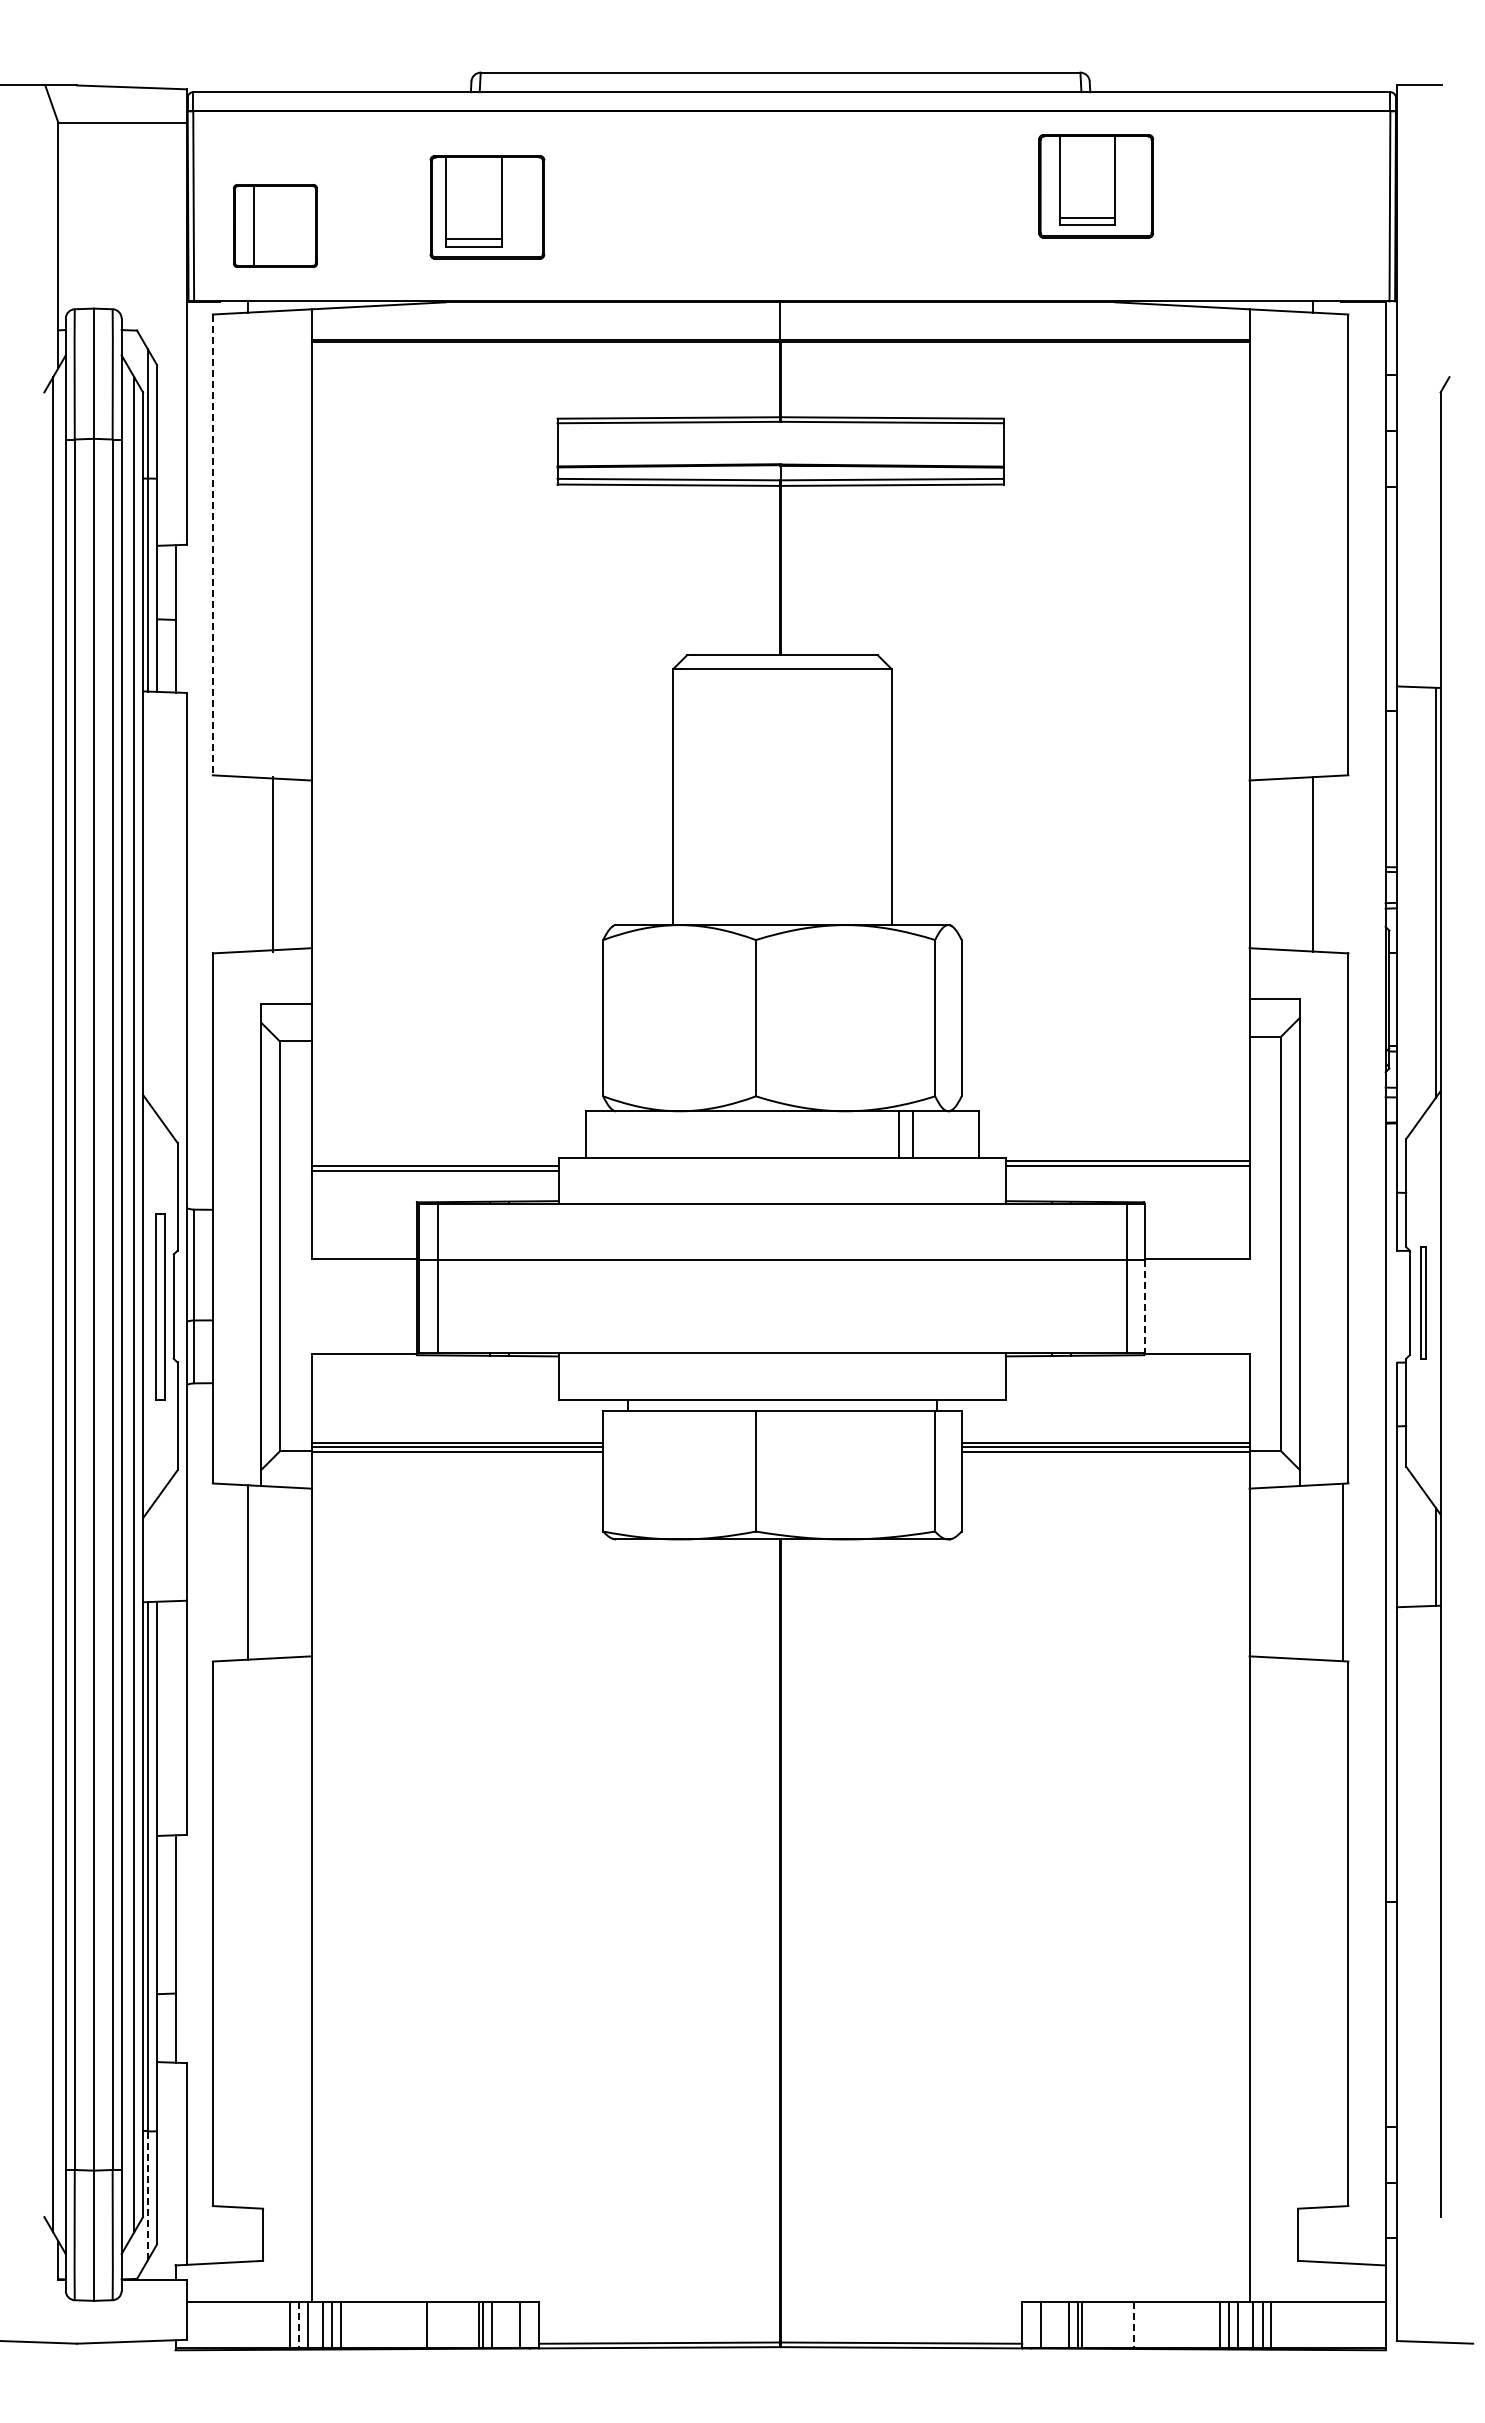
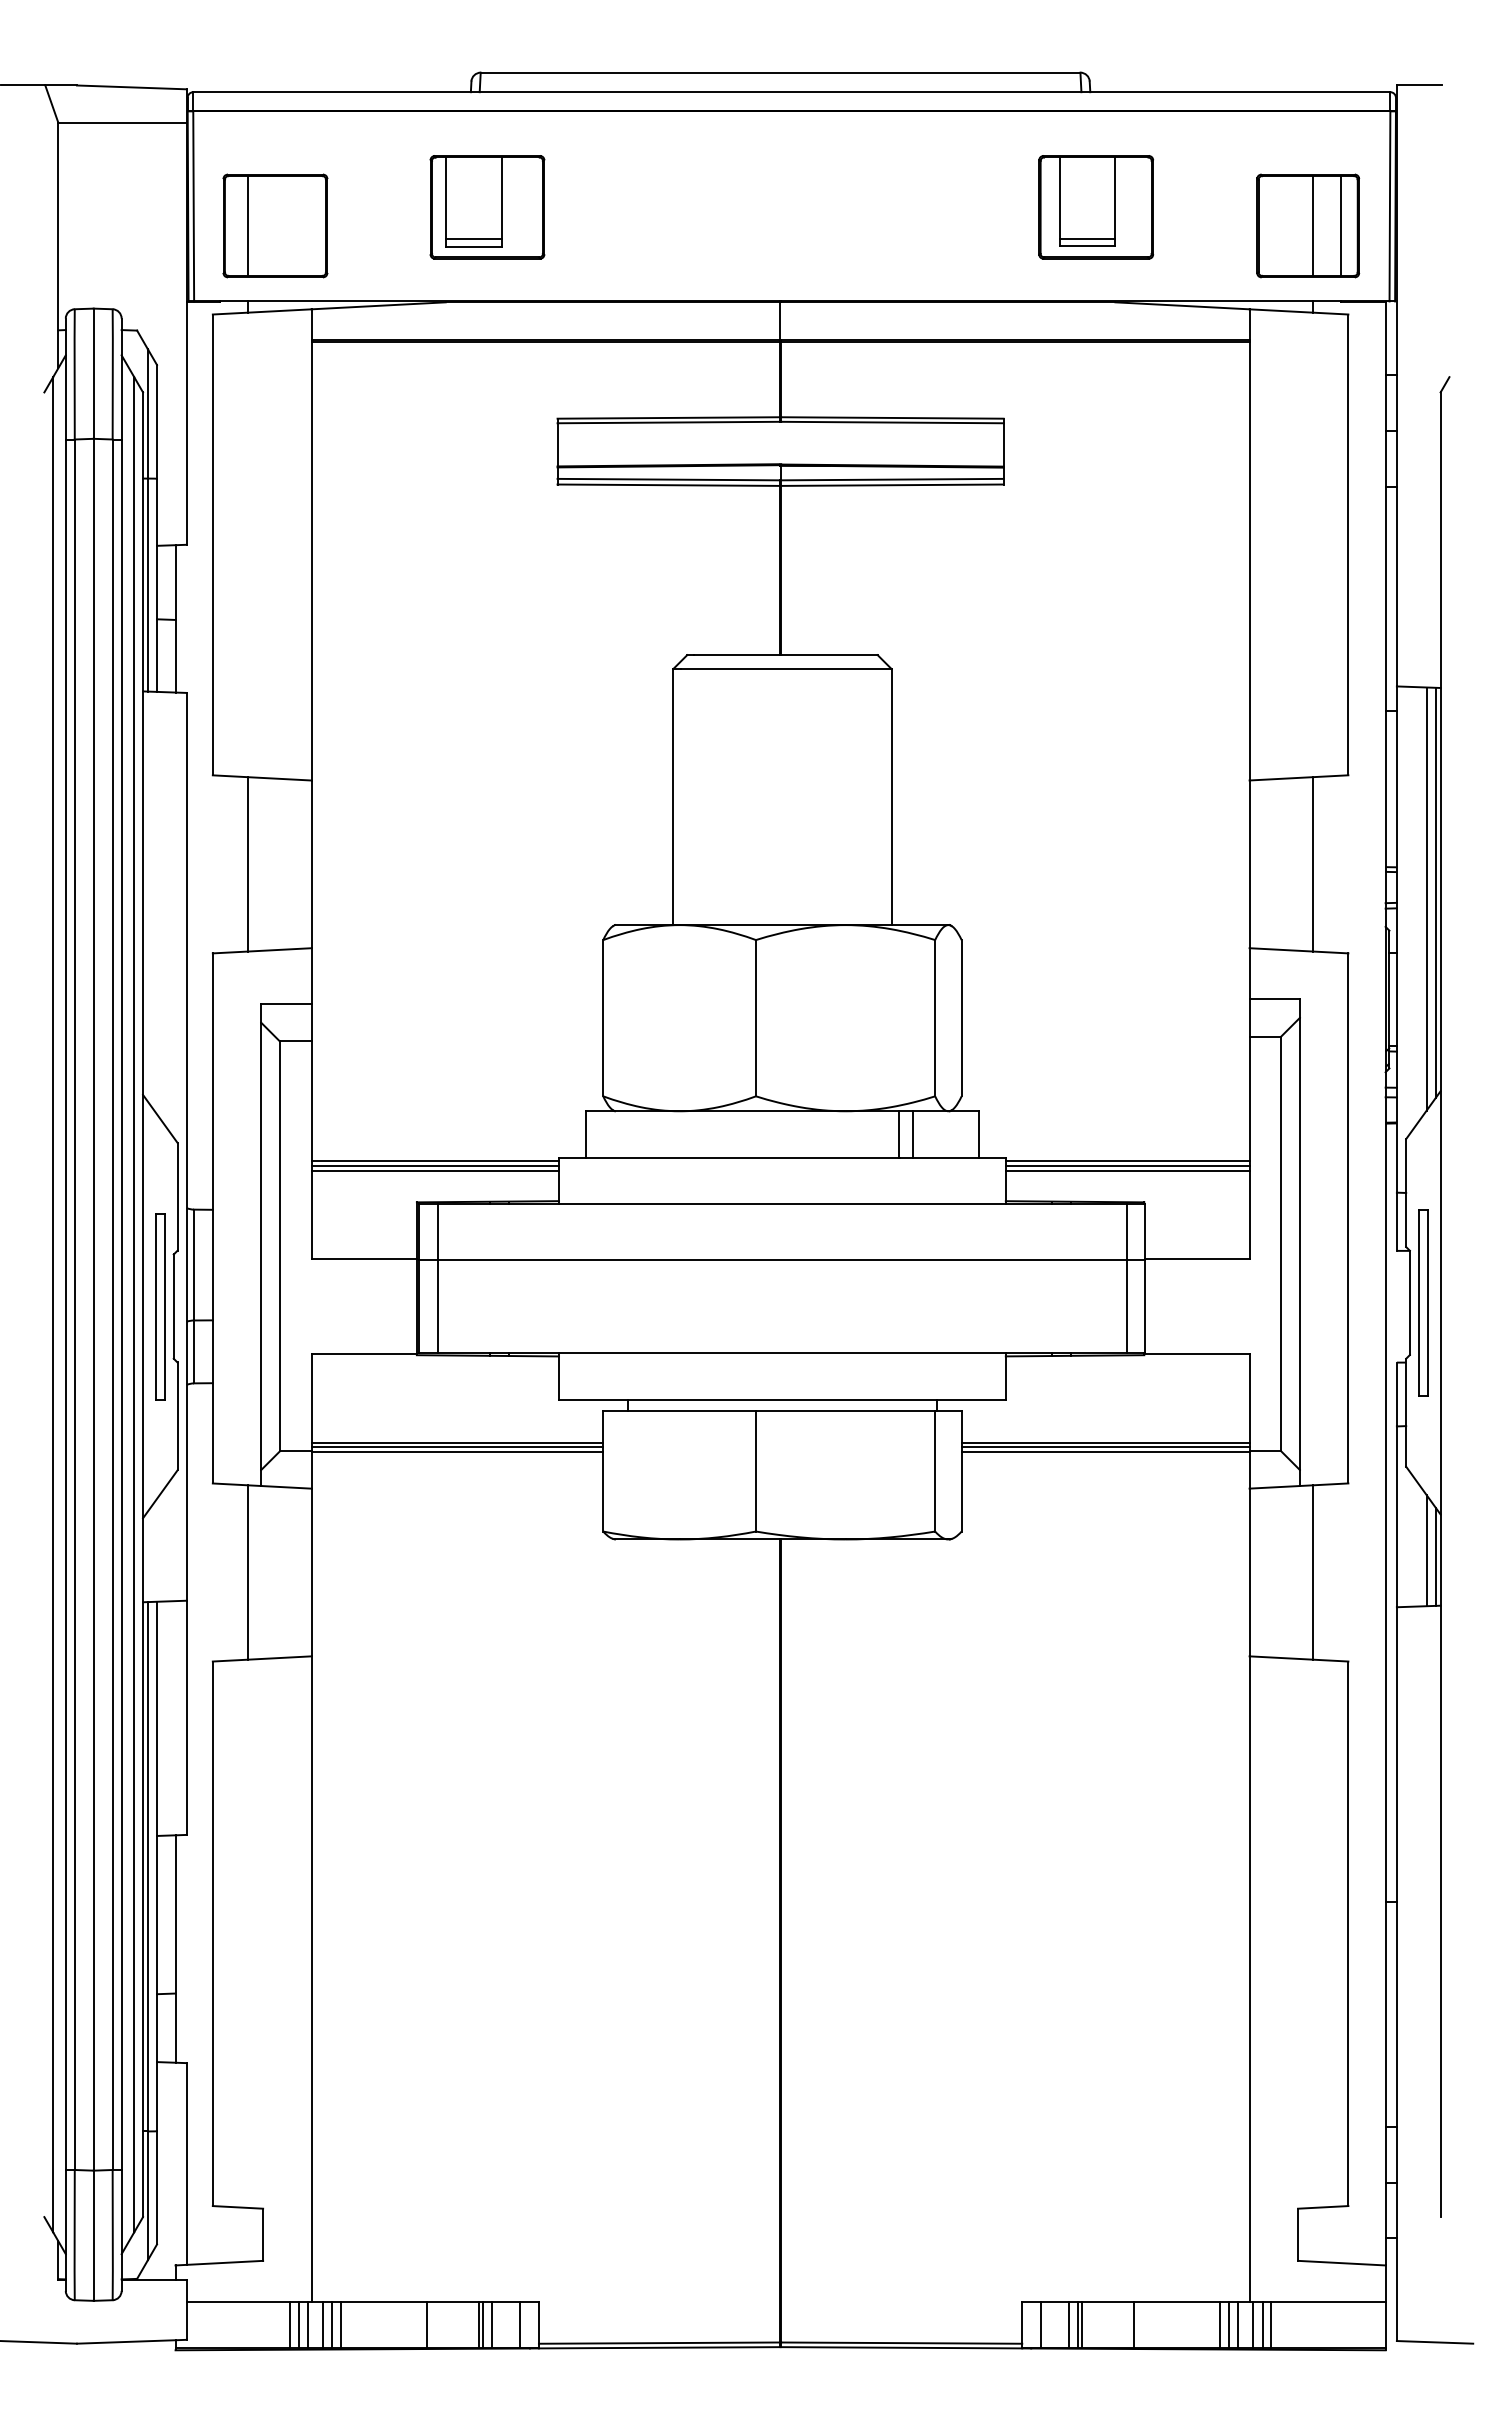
part at (1096, 186) position: (1096, 186) -> (1096, 207)
part at (275, 225) size: 85x84 px -> 107x106 px
part at (1308, 225): none -> present
line at (212, 545): dashed -> solid
line at (273, 864) position: (273, 864) -> (248, 864)
line at (1426, 898): none -> present
line at (435, 1161): none -> present
line at (1127, 1170): none -> present
part at (1423, 1302) size: 7x114 px -> 11x188 px
line at (1145, 1306): dashed -> solid
line at (1426, 1550): none -> present
line at (1342, 1572) position: (1342, 1572) -> (1312, 1572)
line at (148, 2195): dashed -> solid
line at (298, 2324): dashed -> solid
line at (1134, 2324): dashed -> solid
